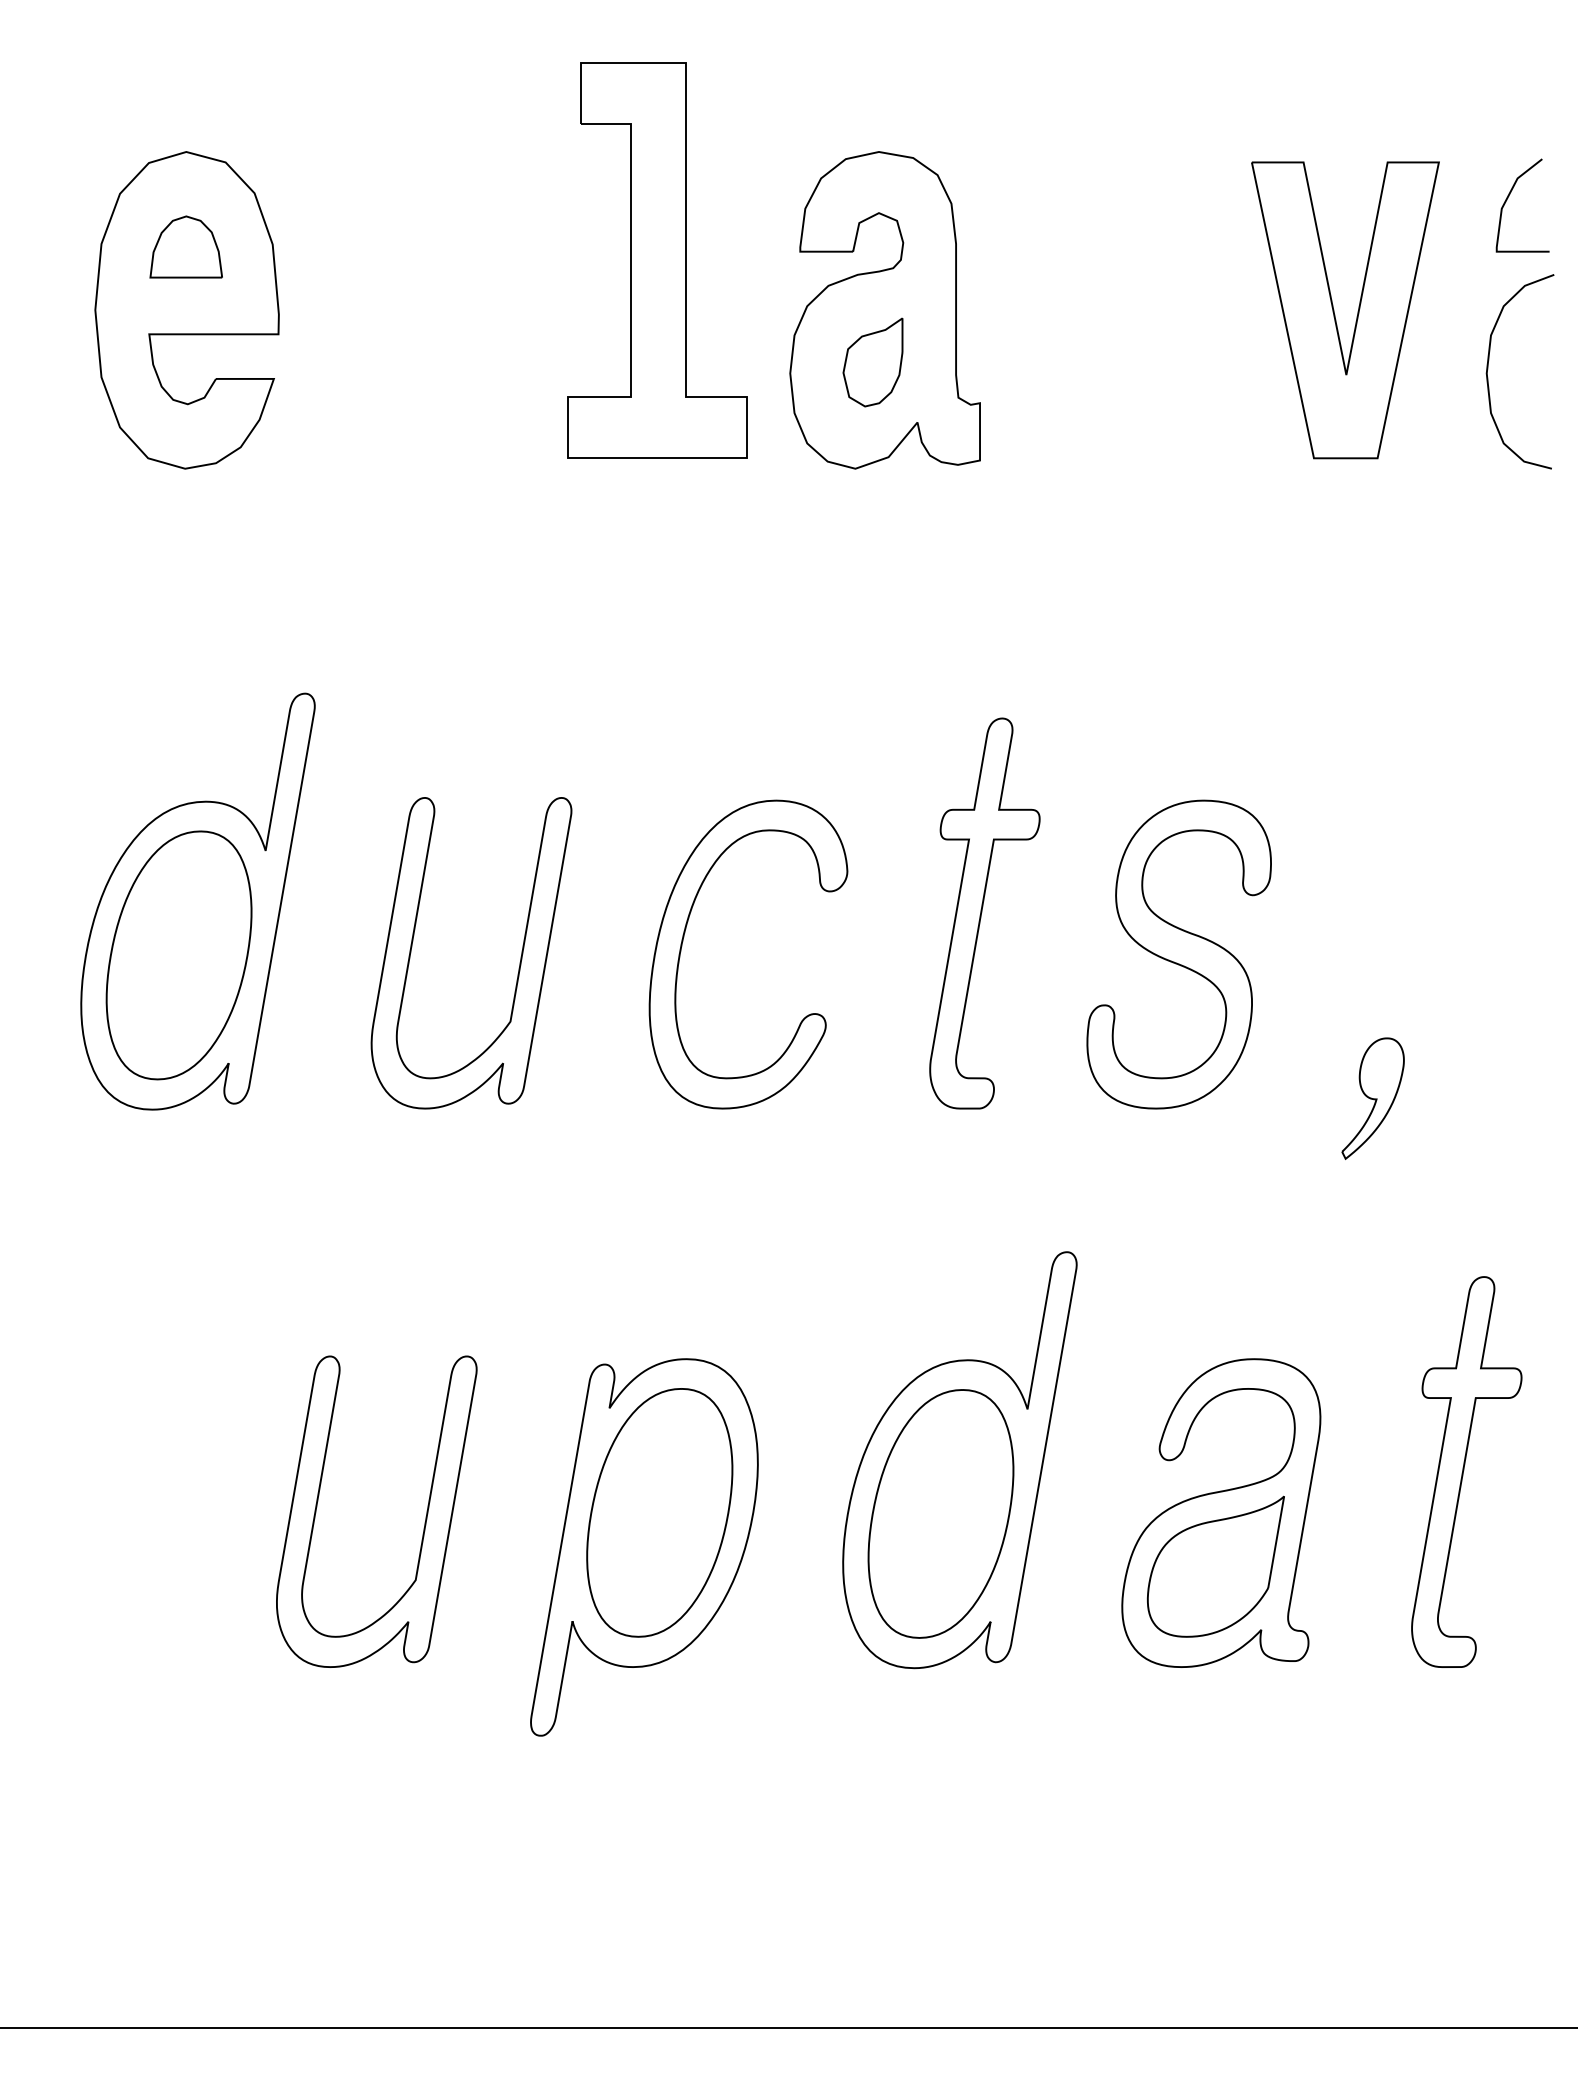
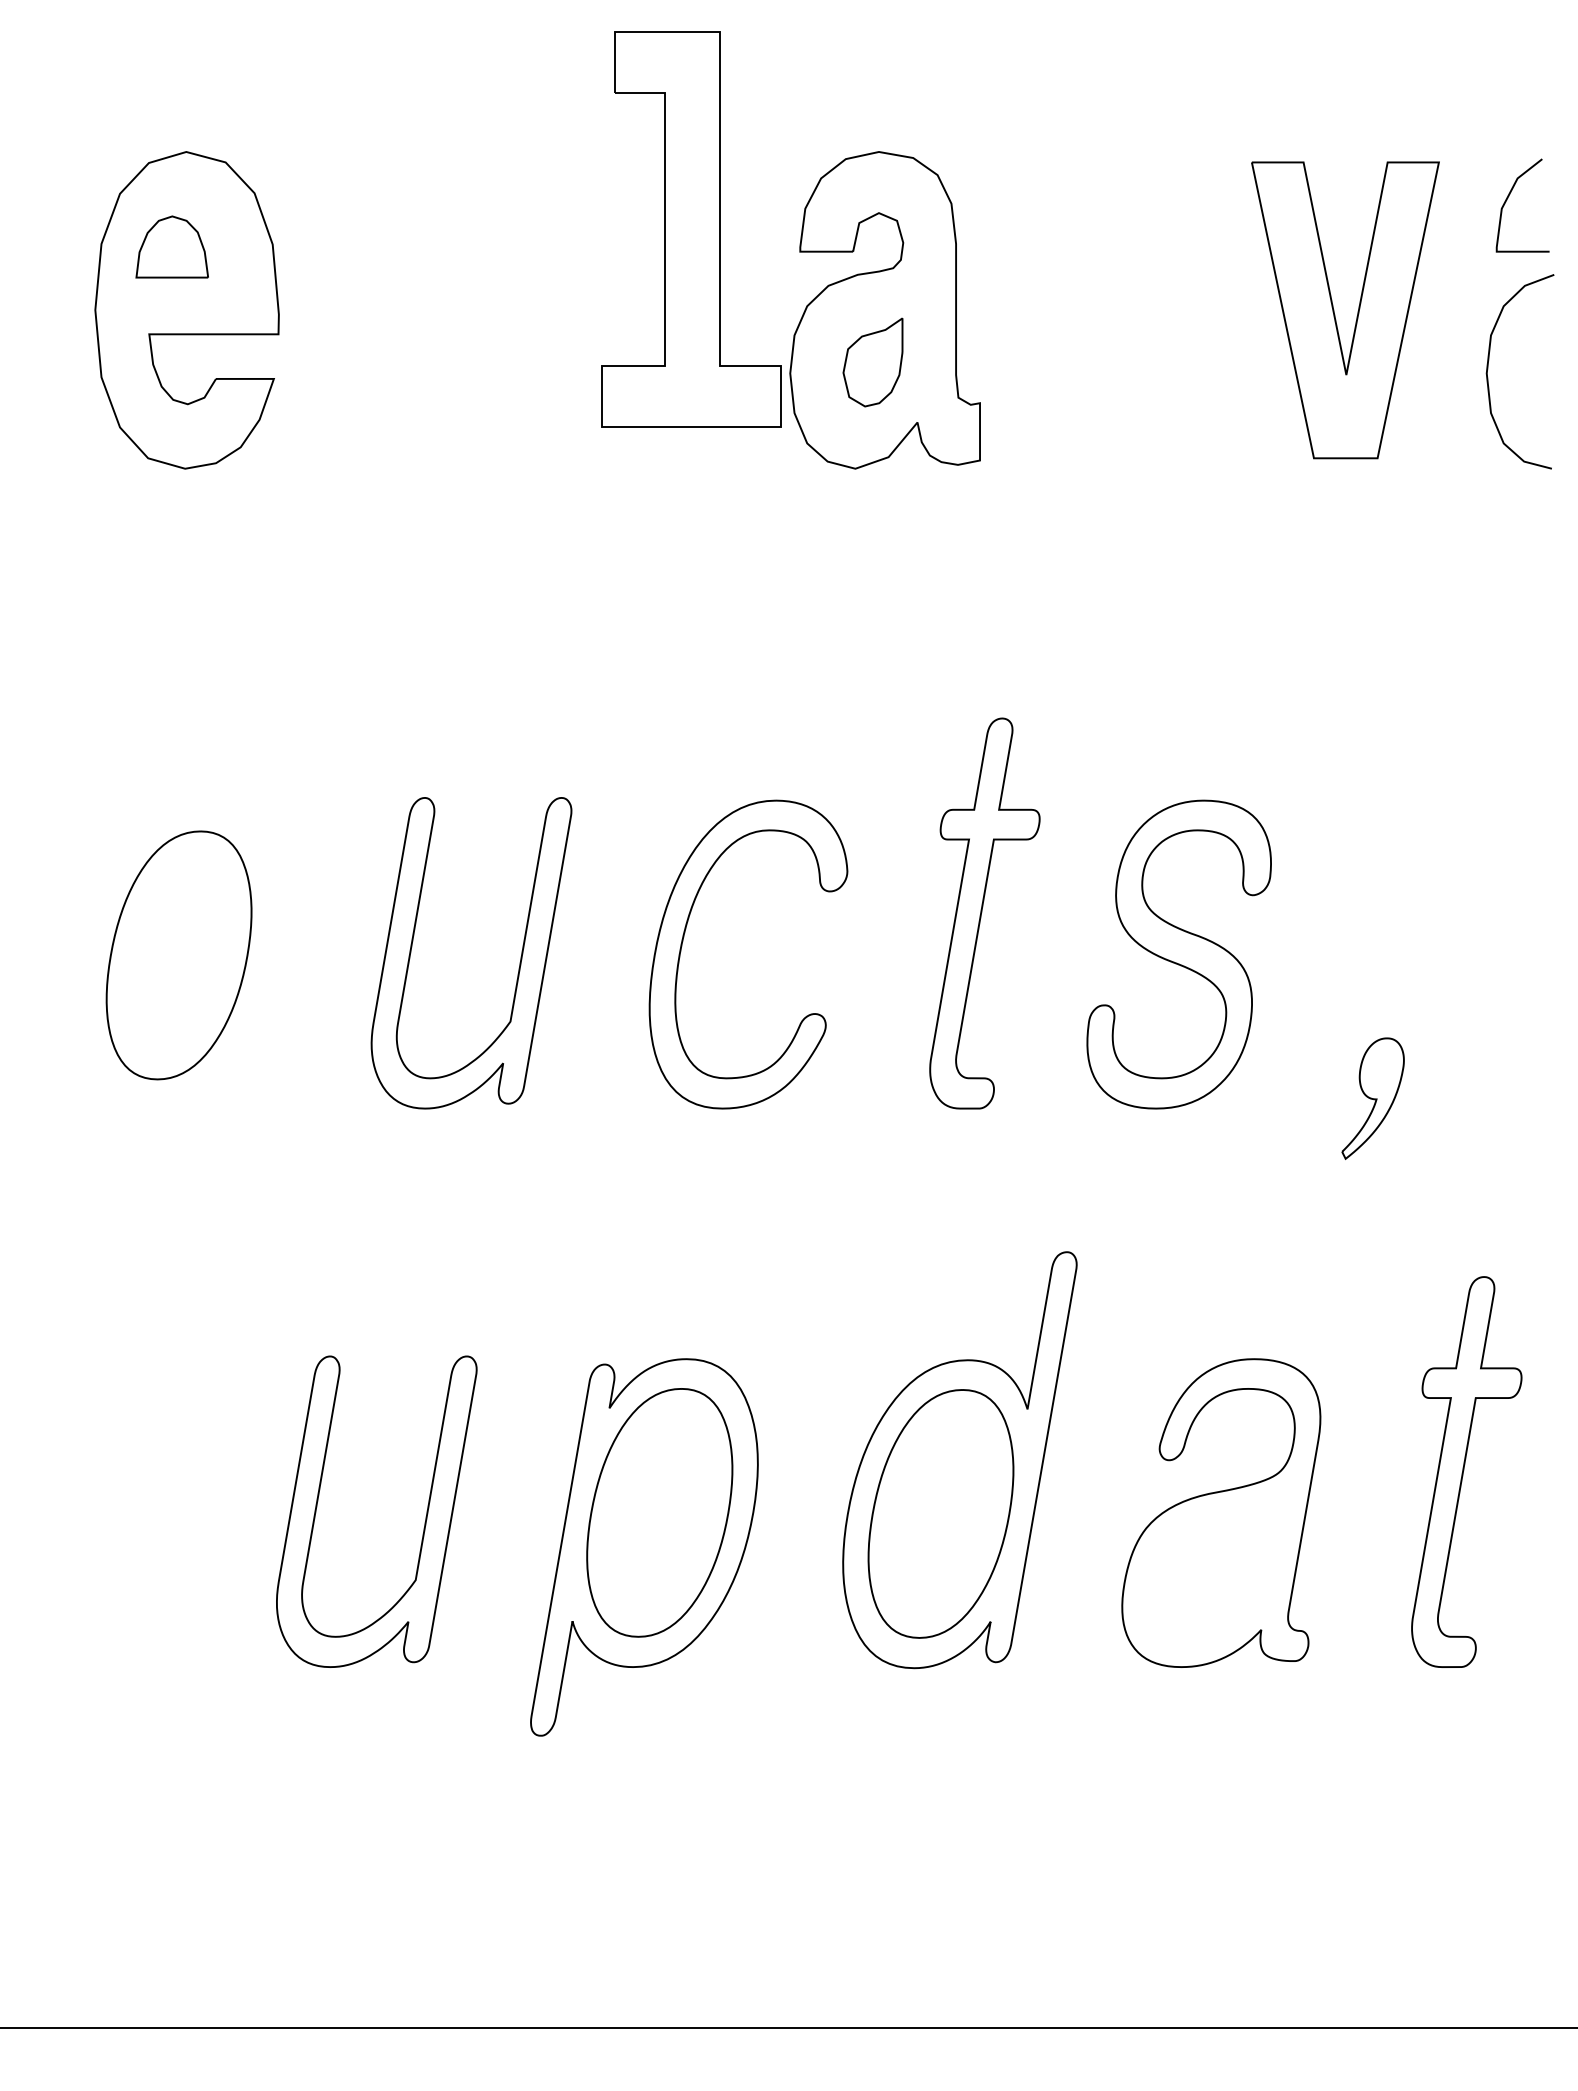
part at (185, 246) position: (185, 246) -> (171, 246)
part at (657, 260) position: (657, 260) -> (691, 229)
part at (197, 901): present -> none
part at (1215, 1566): present -> none
